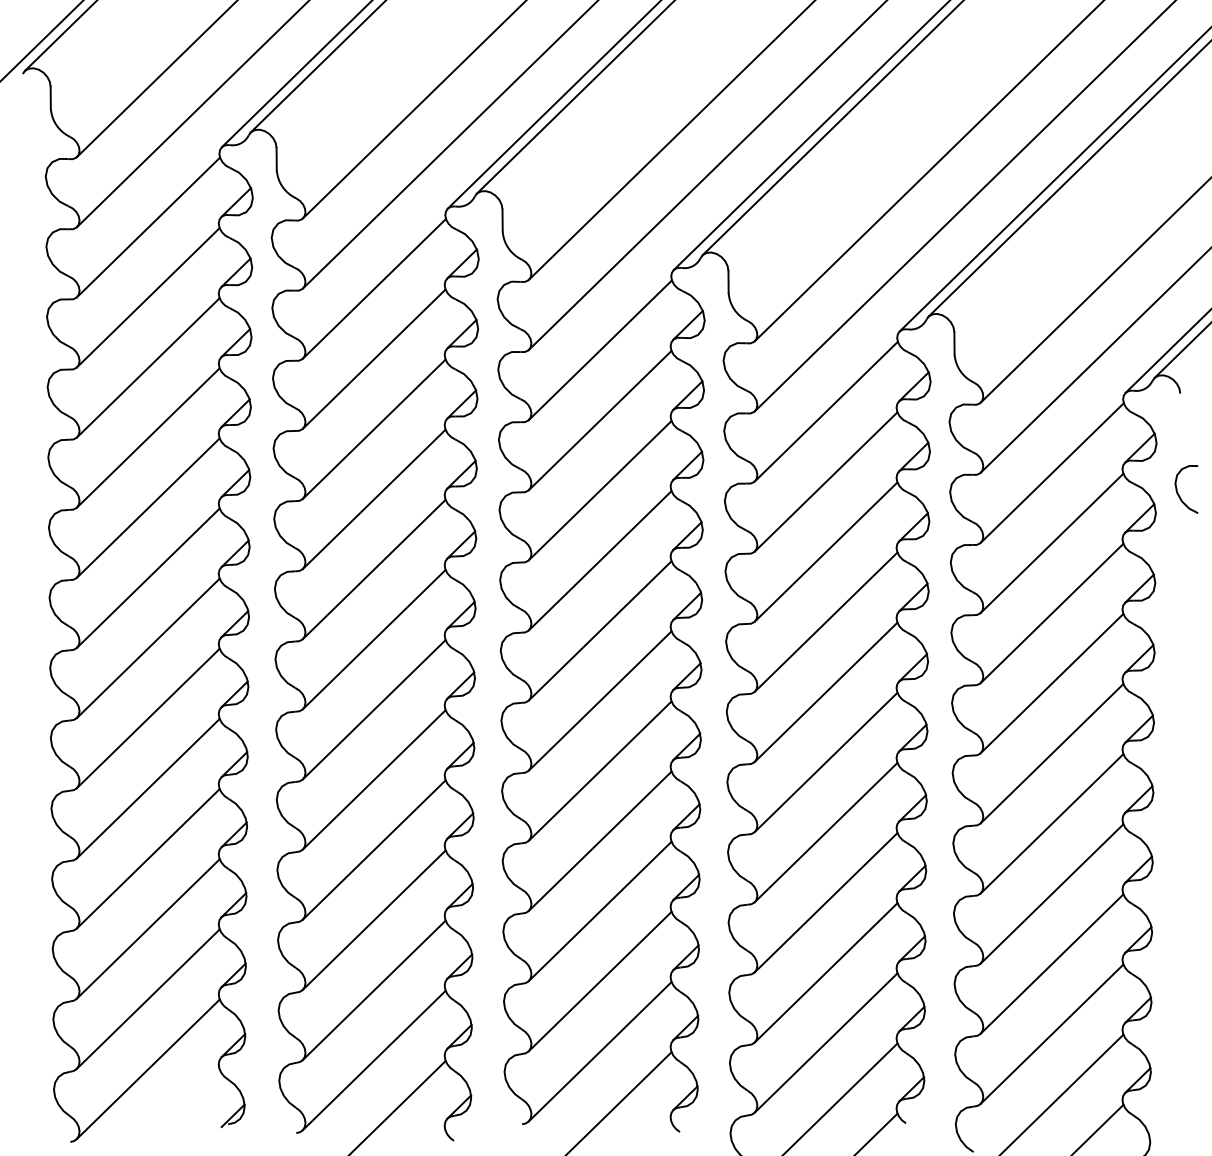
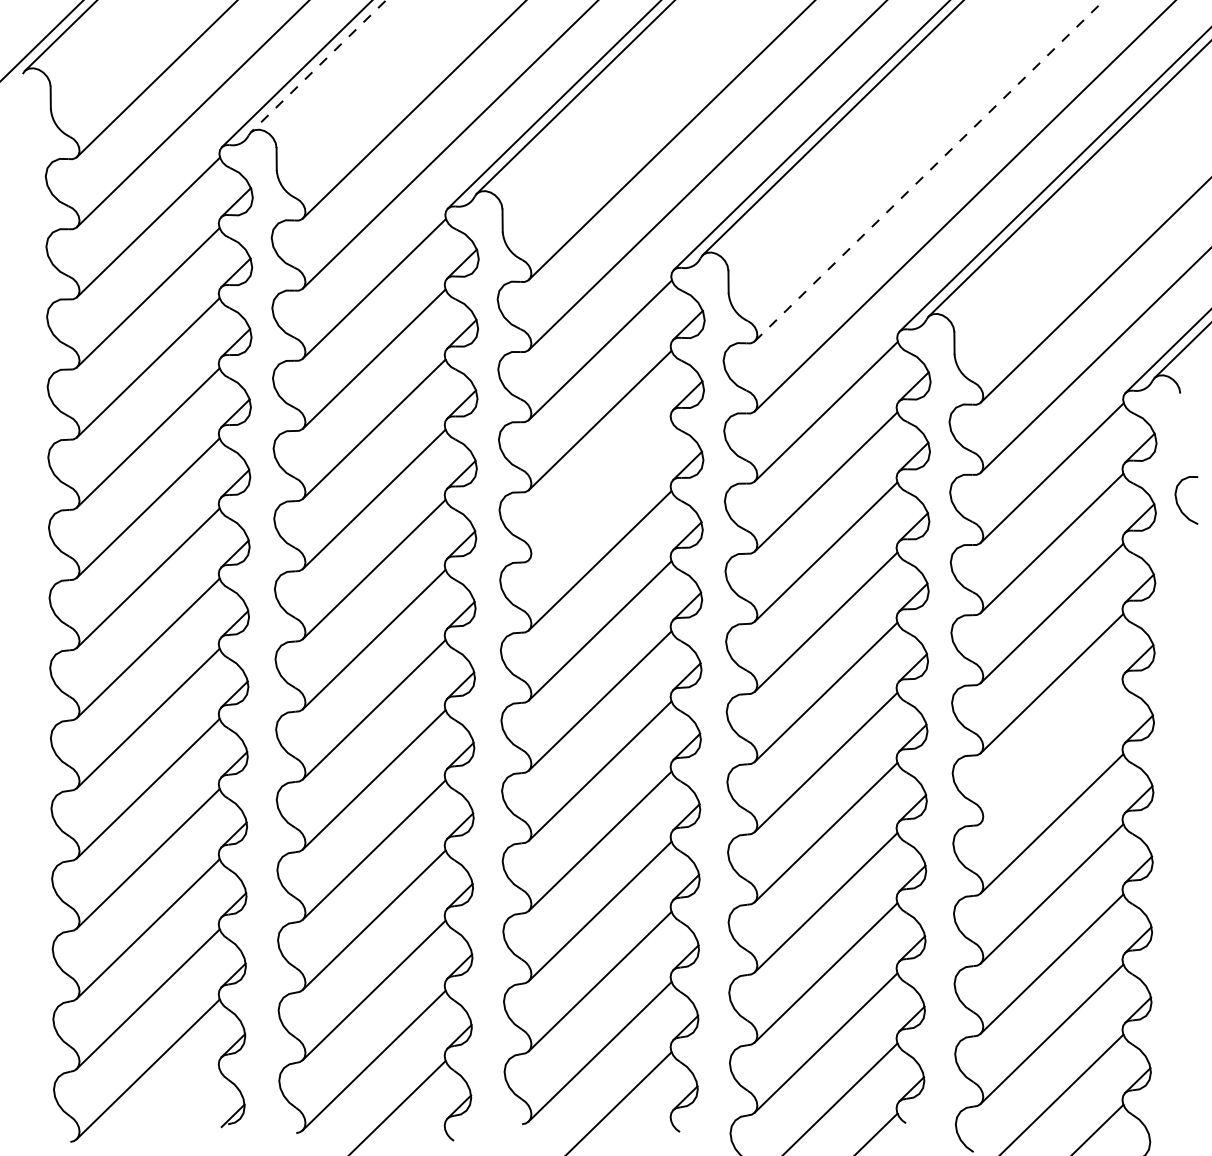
line at (317, 66): solid -> dashed
line at (929, 170): solid -> dashed
line at (599, 490): present -> none
curve at (1178, 492) position: (1178, 492) -> (1178, 503)
line at (1051, 753): present -> none
